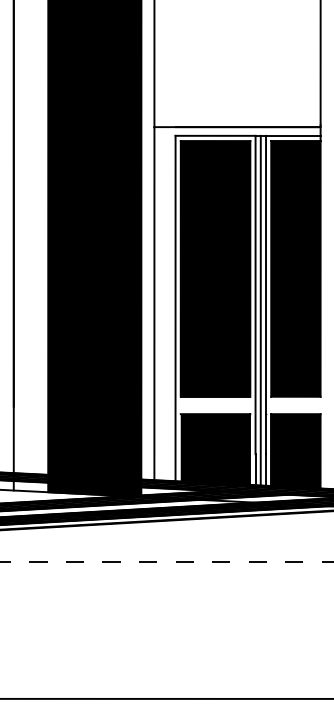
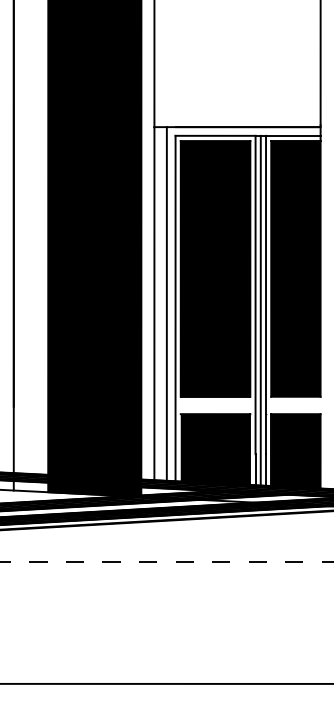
line at (166, 303): none -> present
line at (166, 698) position: (166, 698) -> (166, 683)
